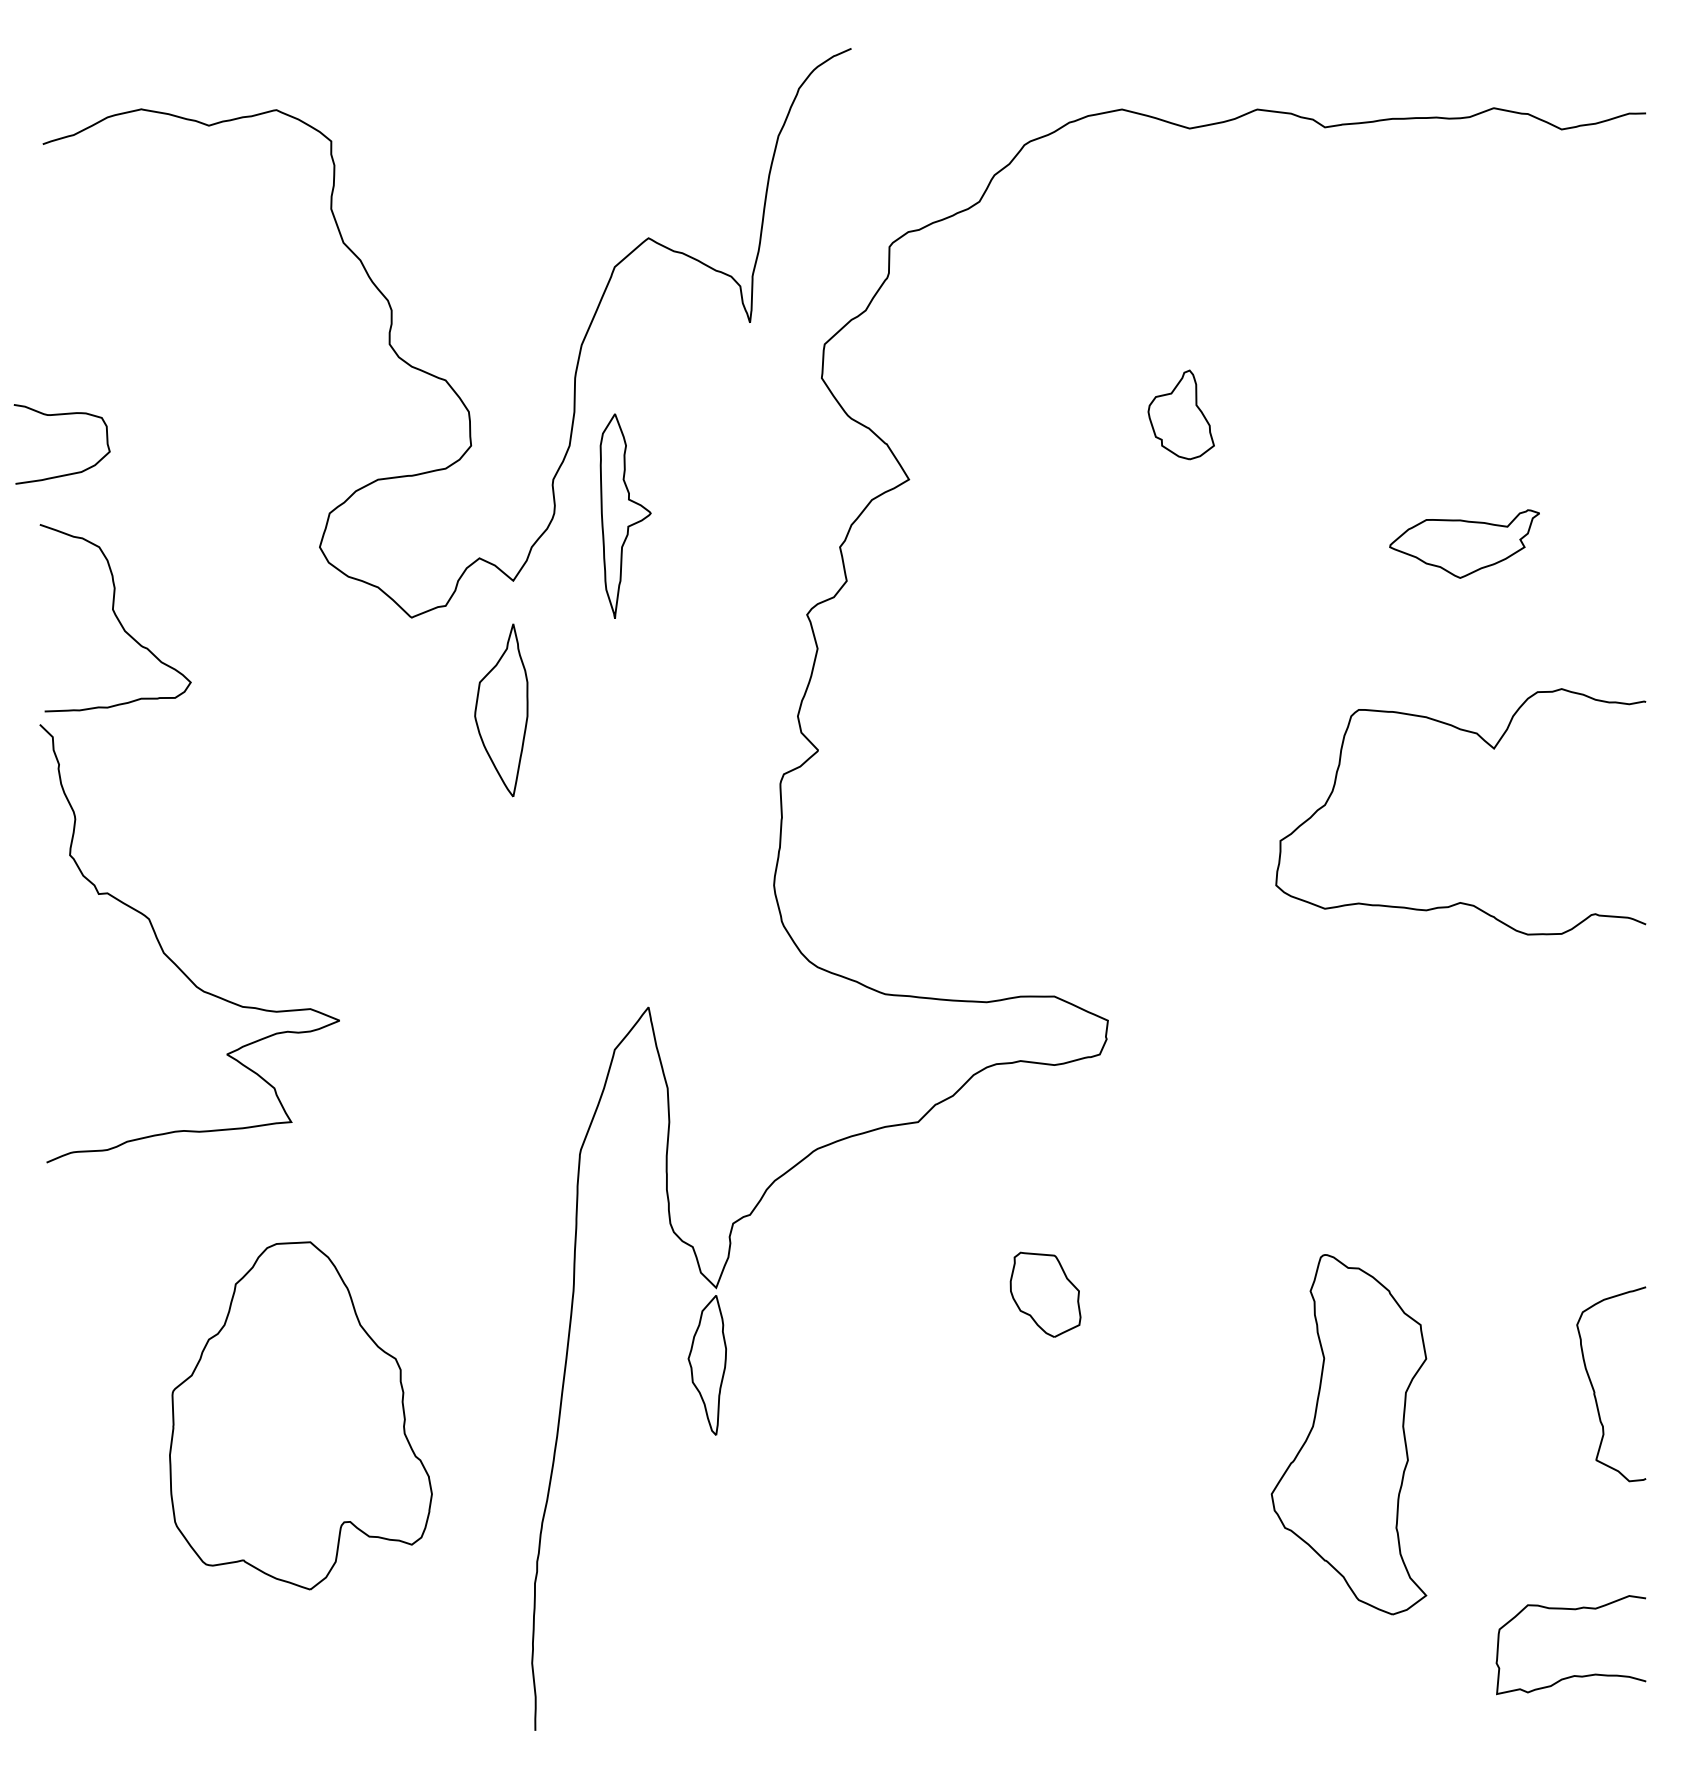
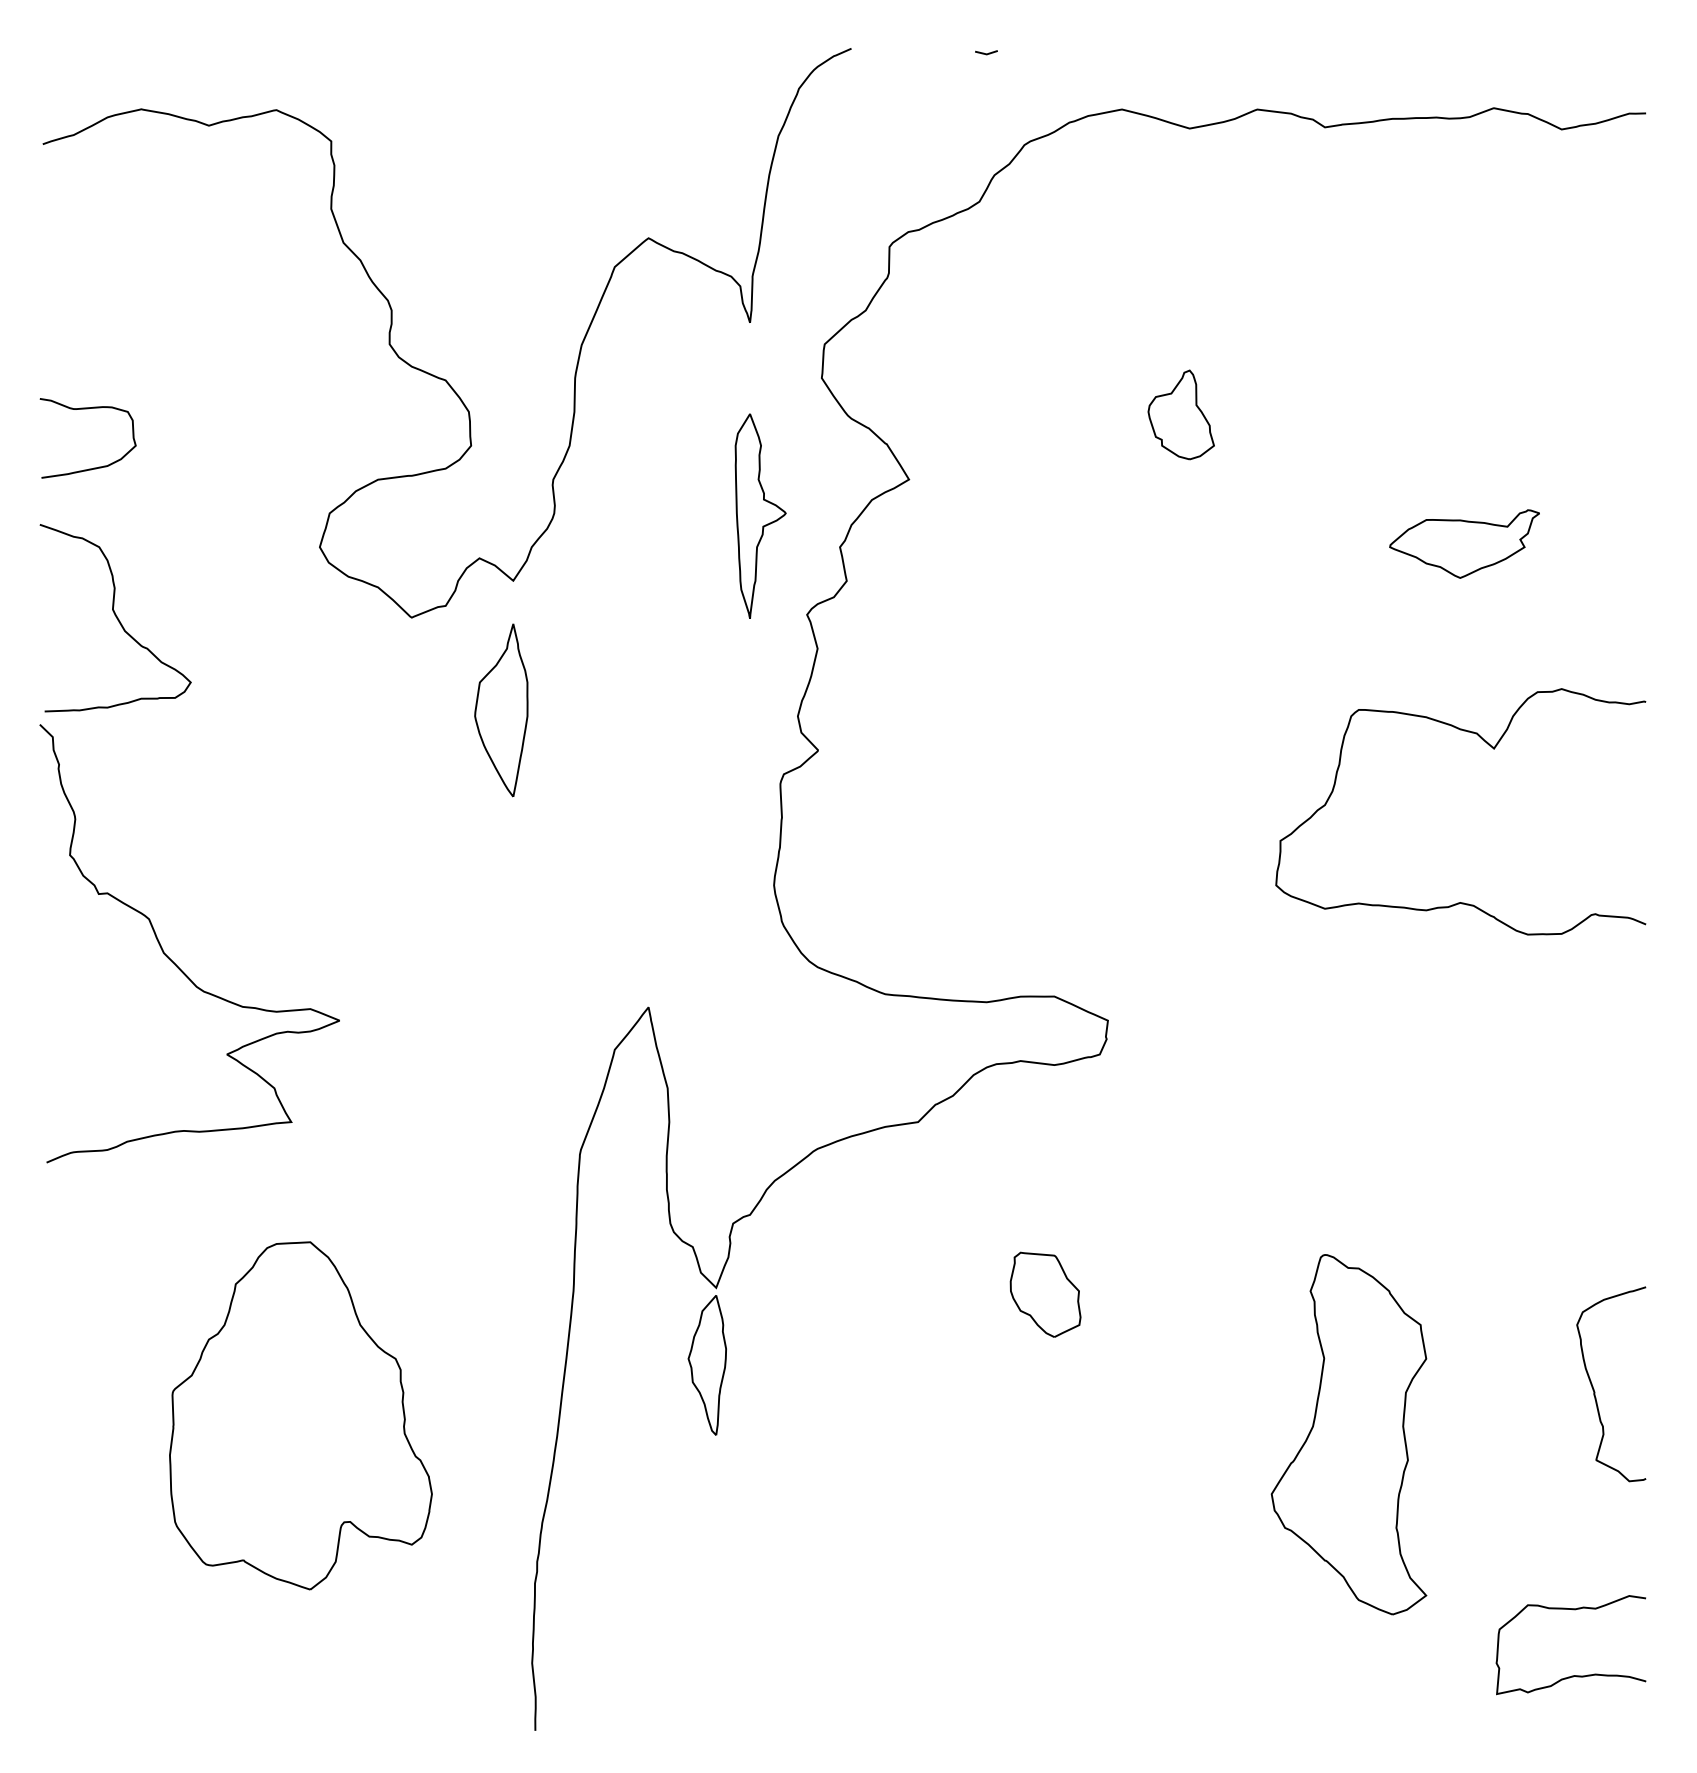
line at (986, 53): none -> present
curve at (61, 415) position: (61, 415) -> (87, 409)
part at (625, 515) position: (625, 515) -> (760, 515)
